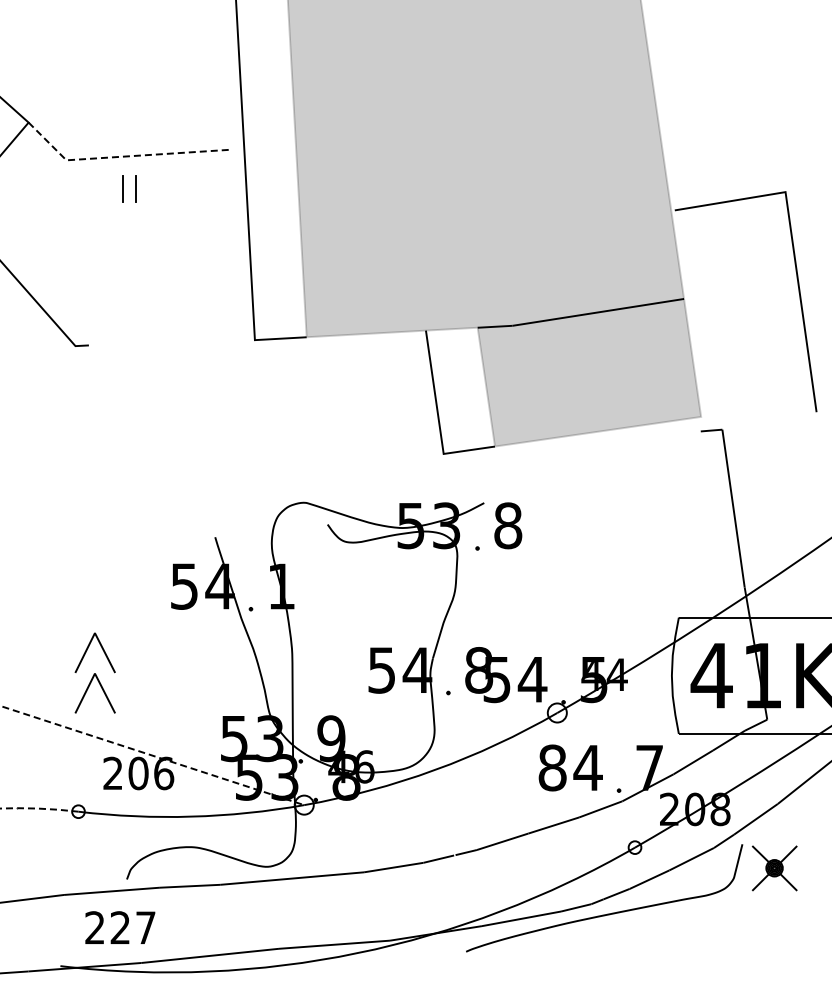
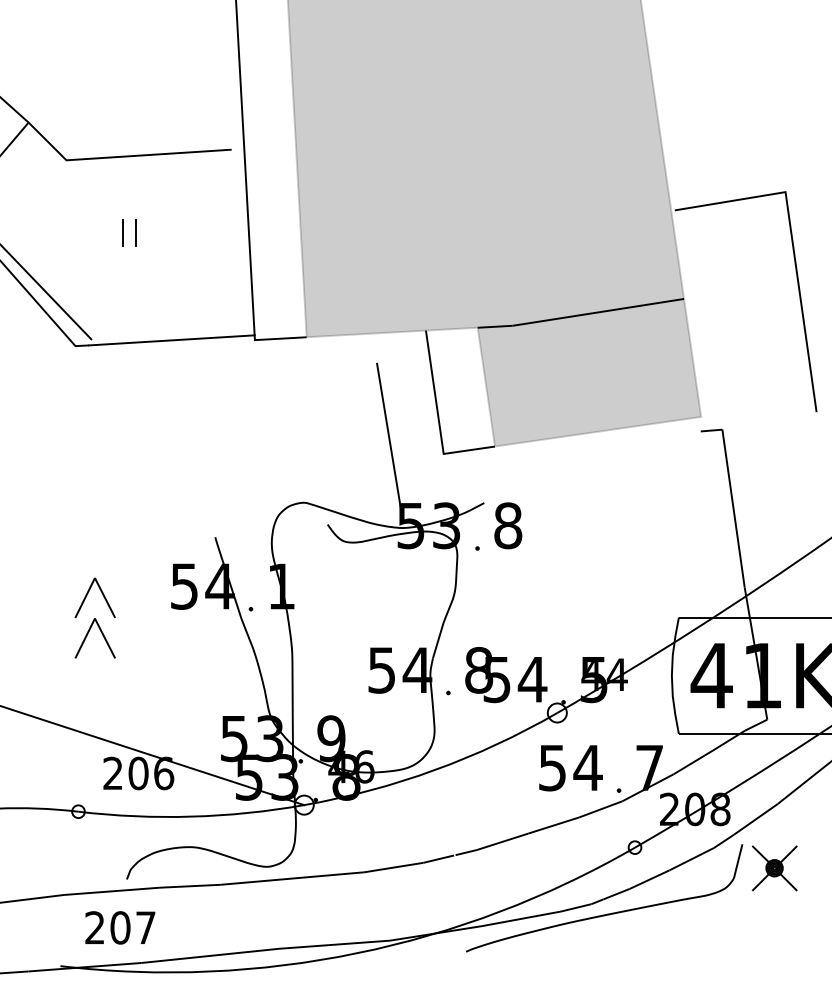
line at (122, 156): dashed -> solid
part at (129, 188) position: (129, 188) -> (129, 232)
line at (46, 292): none -> present
line at (171, 340): none -> present
line at (389, 440): none -> present
part at (94, 672) position: (94, 672) -> (94, 617)
line at (152, 755): dashed -> solid
text at (552, 767): 84 -> 54
arc at (39, 808): dashed -> solid
text at (120, 927): 227 -> 207
